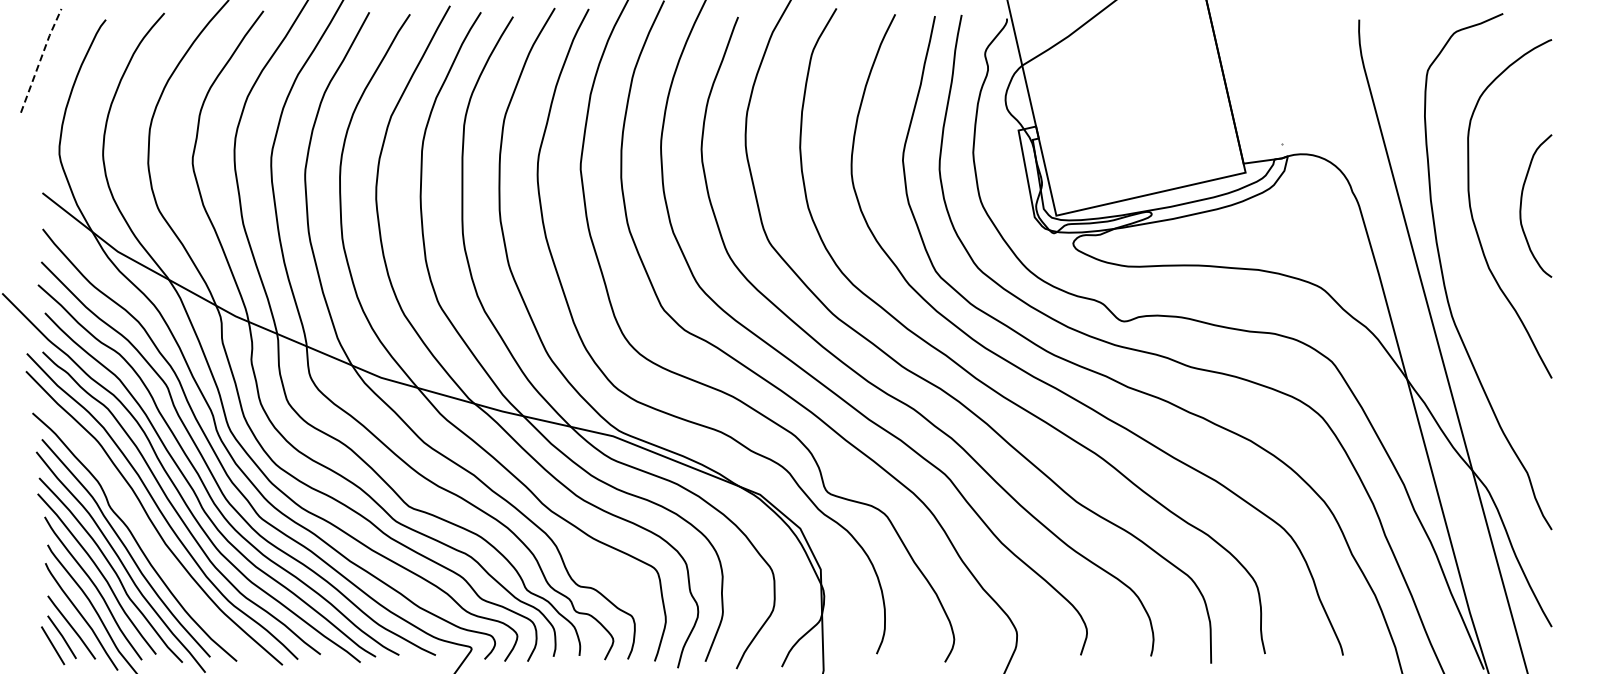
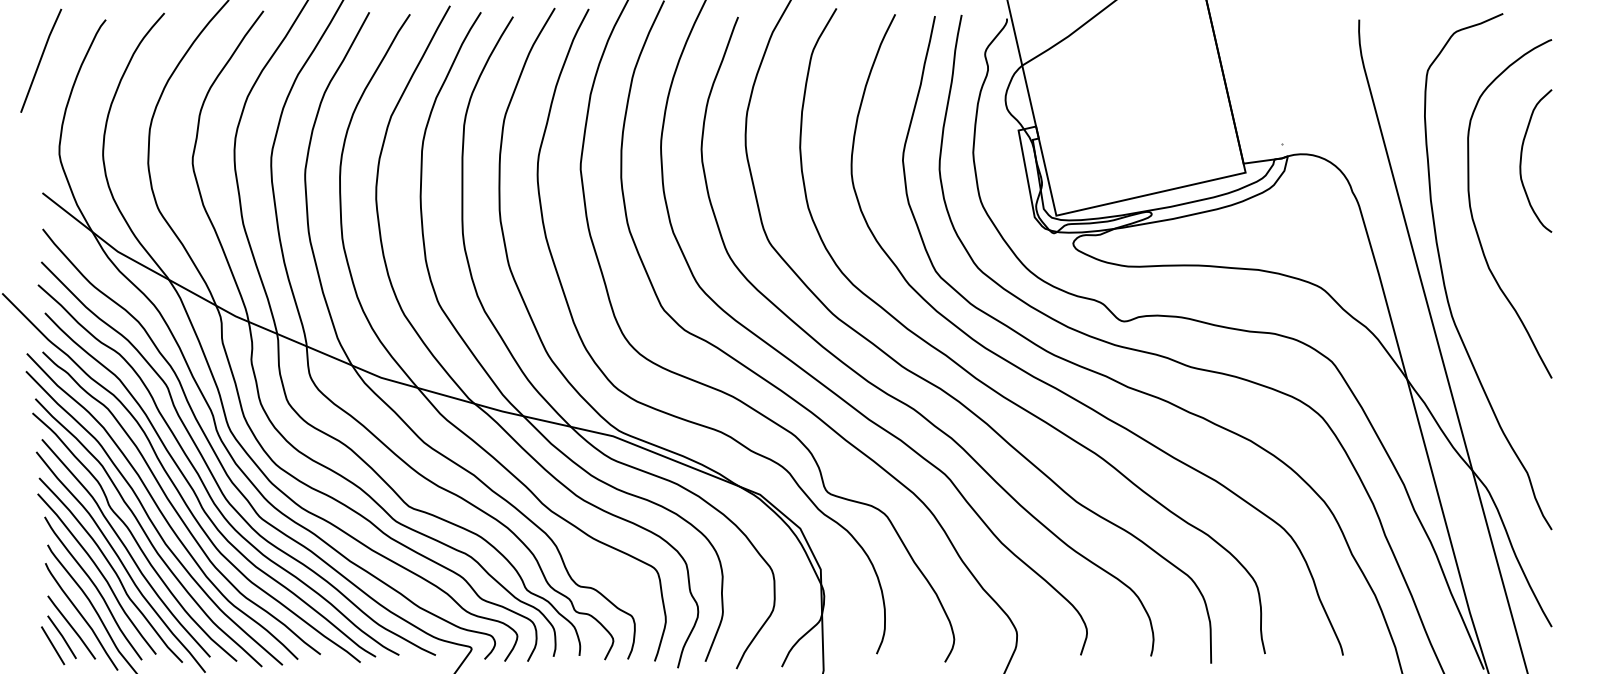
line at (40, 59): dashed -> solid
curve at (1522, 200) position: (1522, 200) -> (1522, 155)
curve at (146, 533): none -> present
